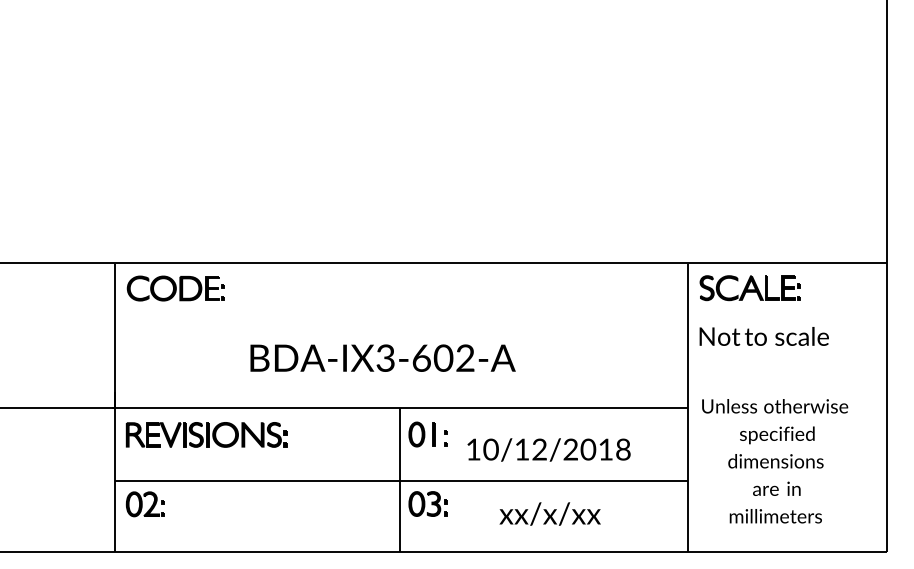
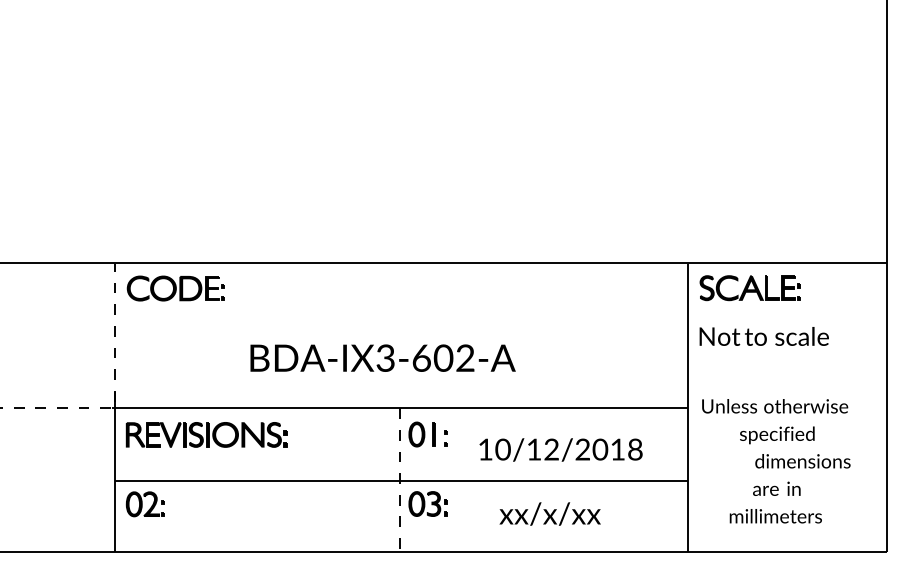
line at (115, 393): solid -> dashed
text at (548, 449) position: (548, 449) -> (560, 449)
text at (775, 461) position: (775, 461) -> (802, 461)
line at (399, 480): solid -> dashed
